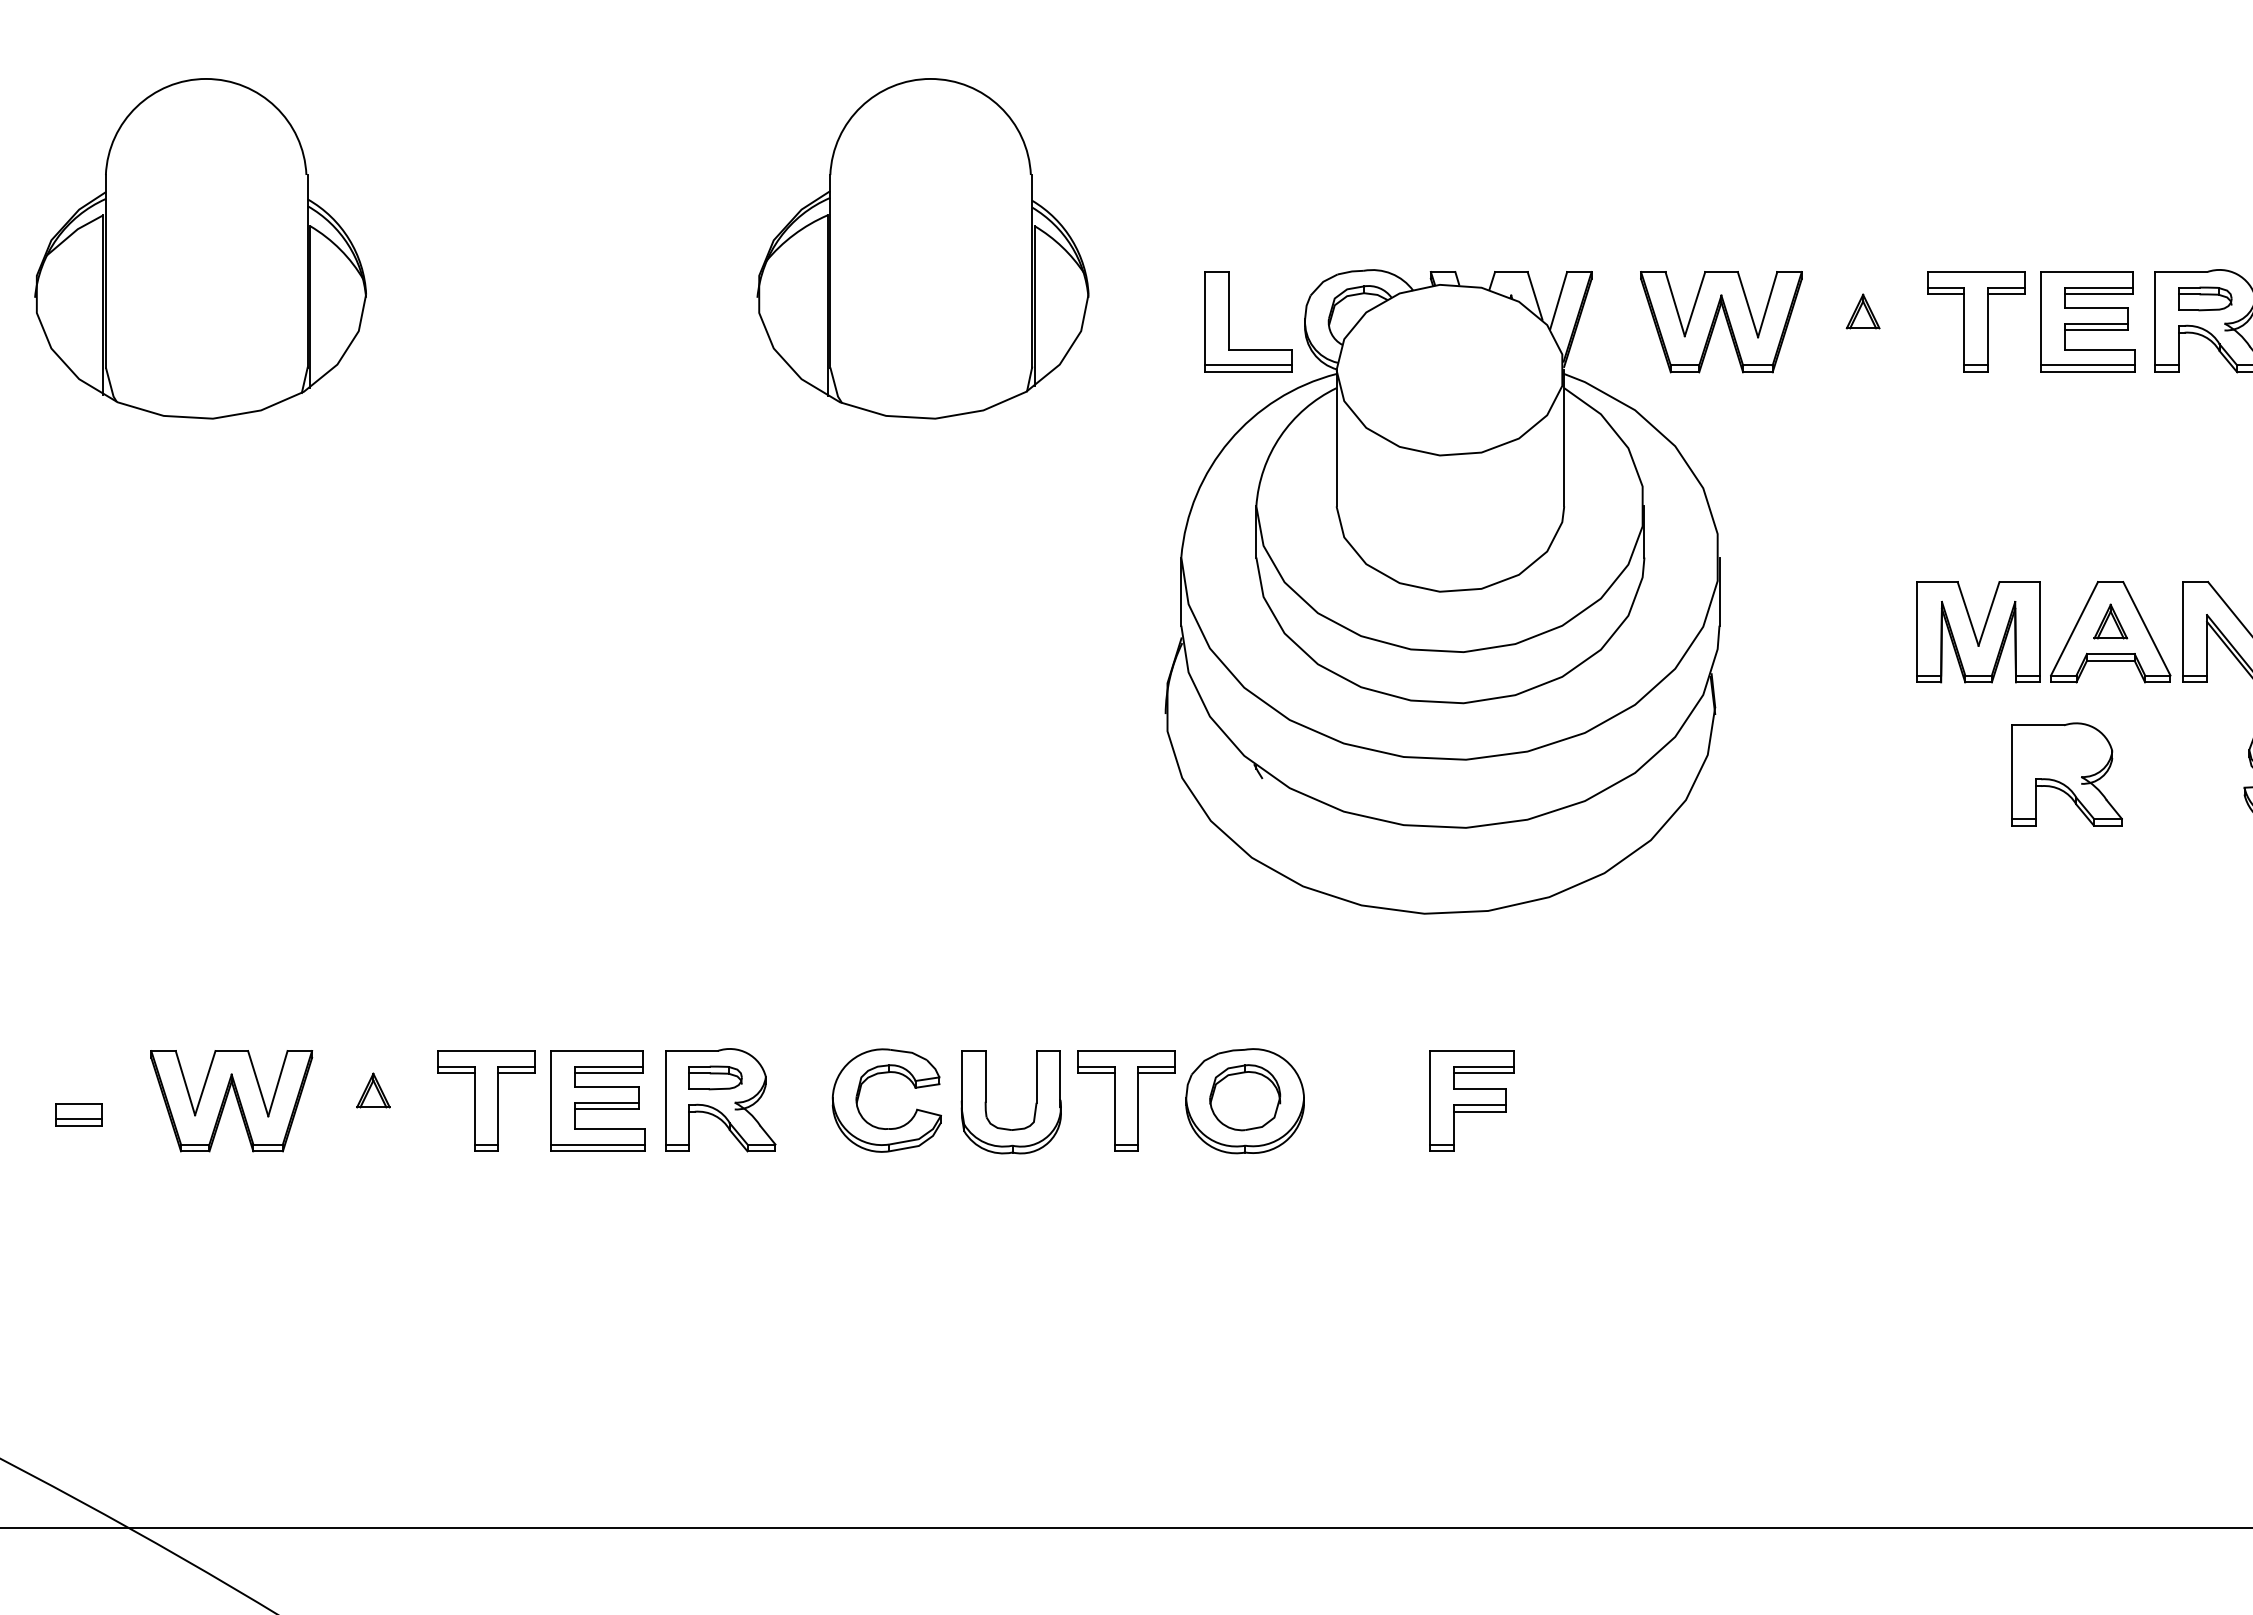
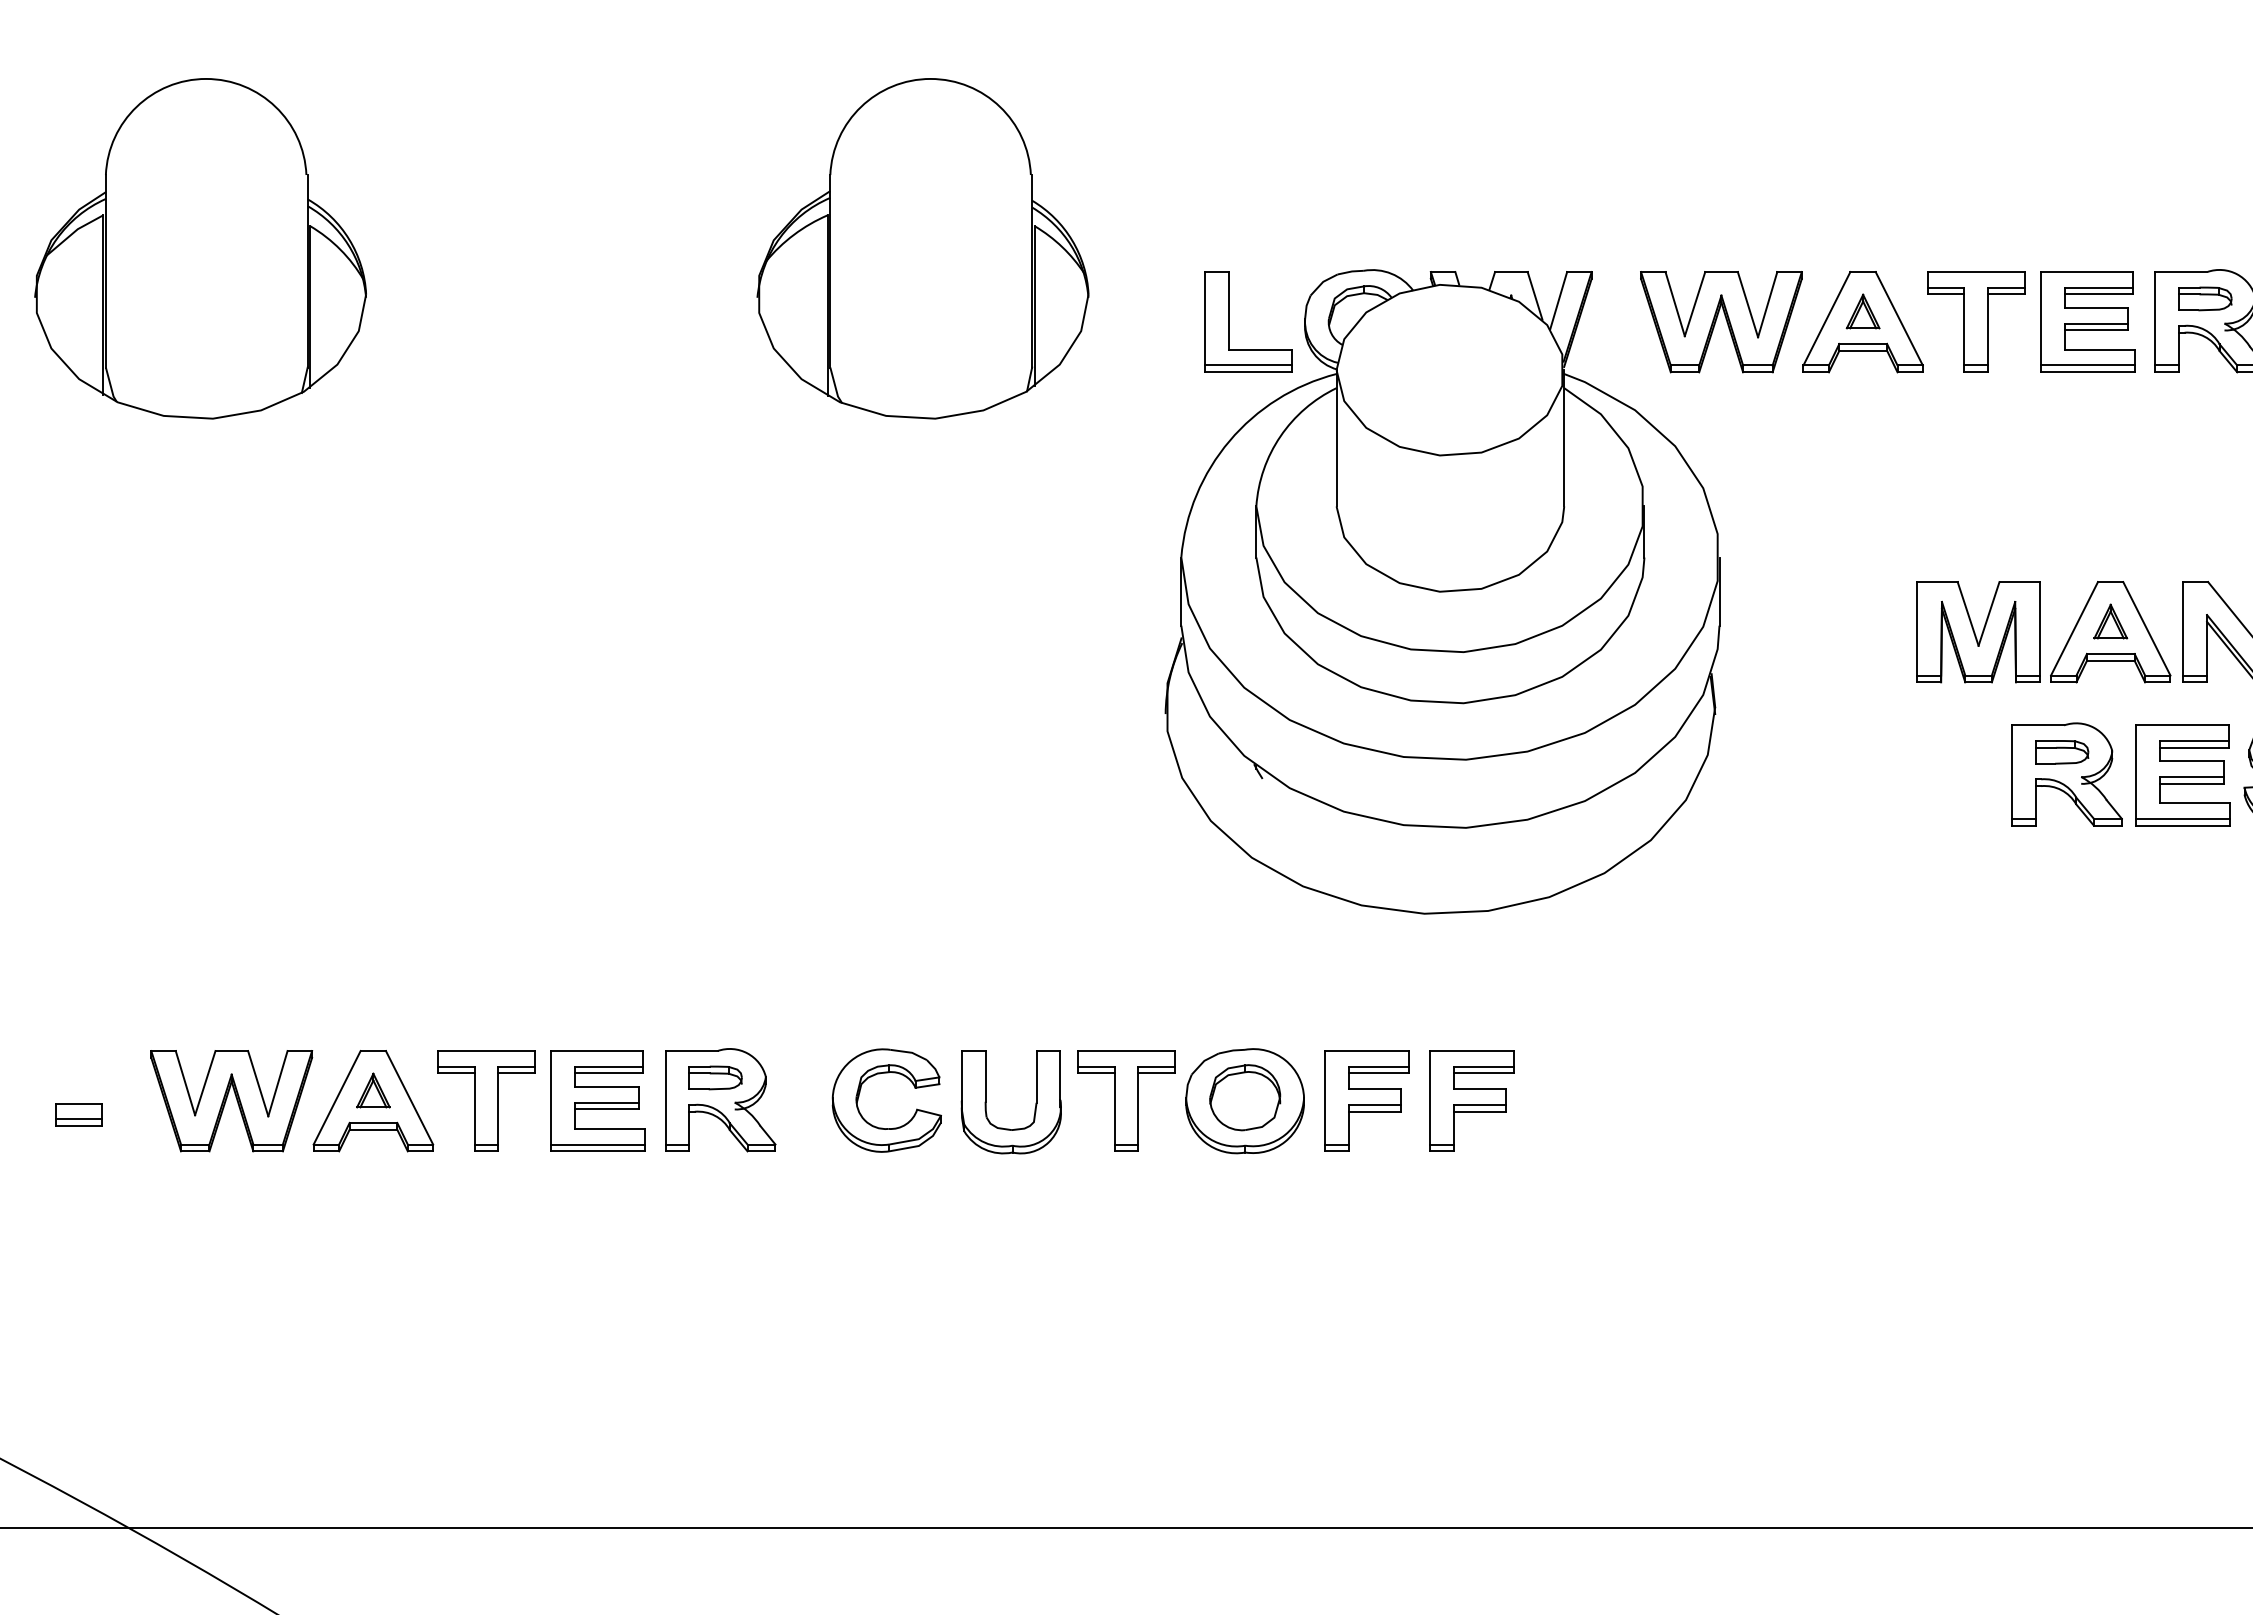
part at (1862, 322): none -> present
part at (2062, 752): none -> present
part at (2182, 775): none -> present
part at (1366, 1100): none -> present
part at (373, 1101): none -> present
